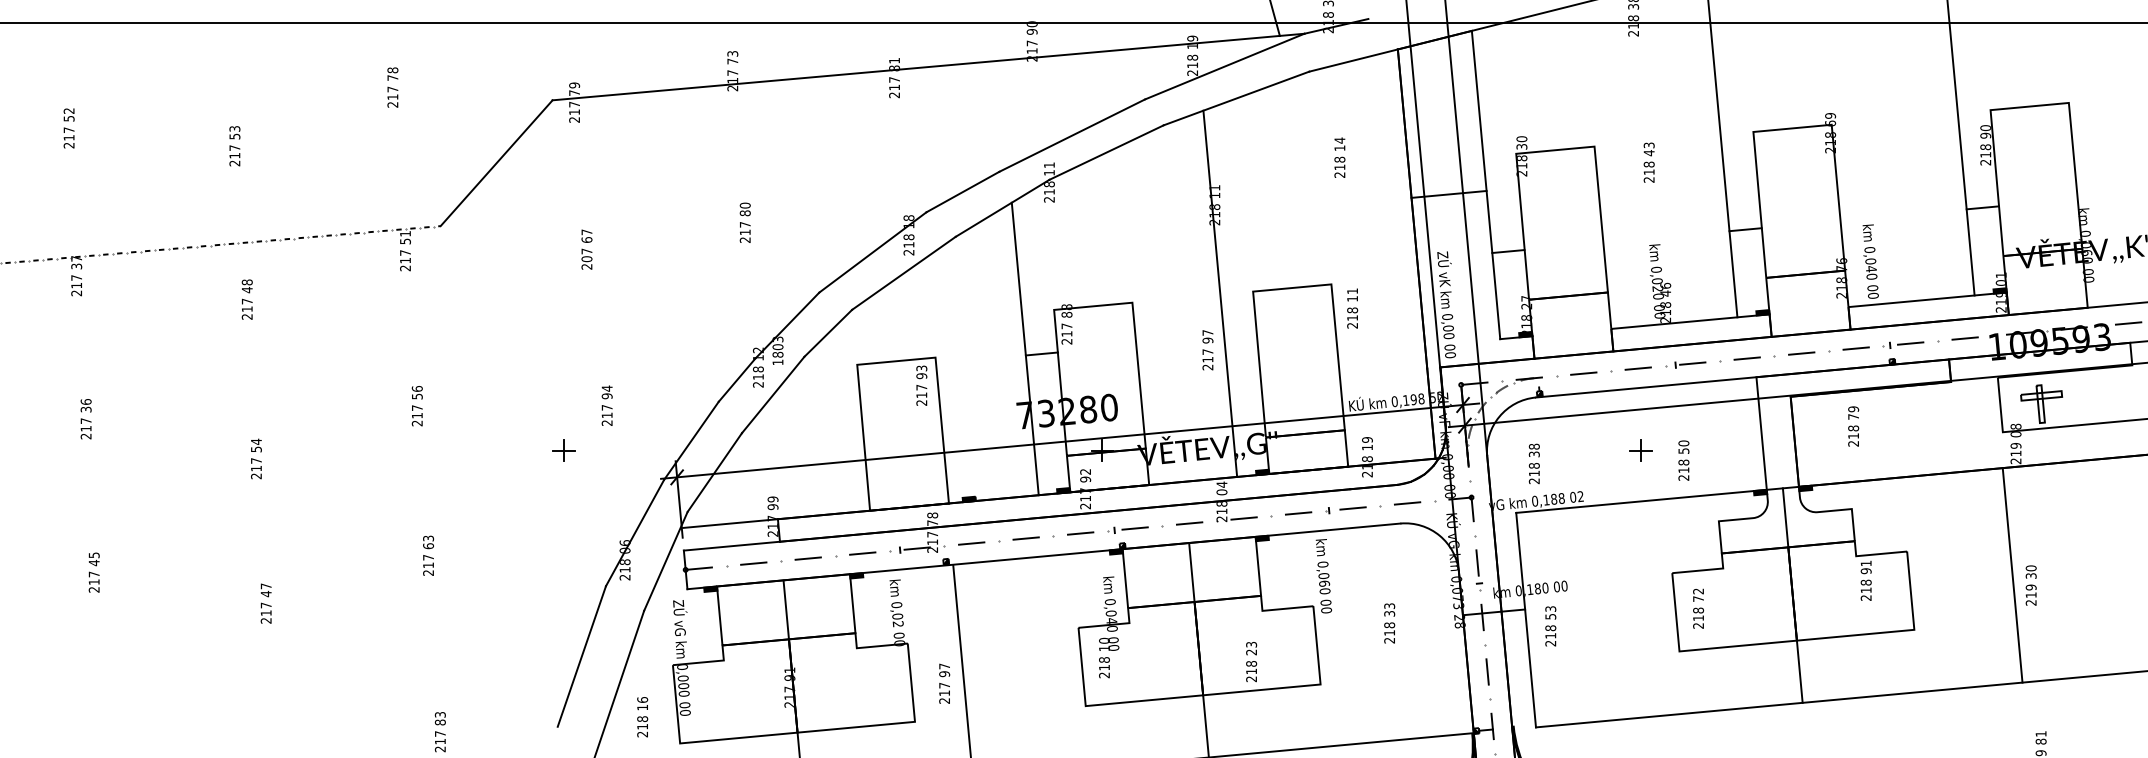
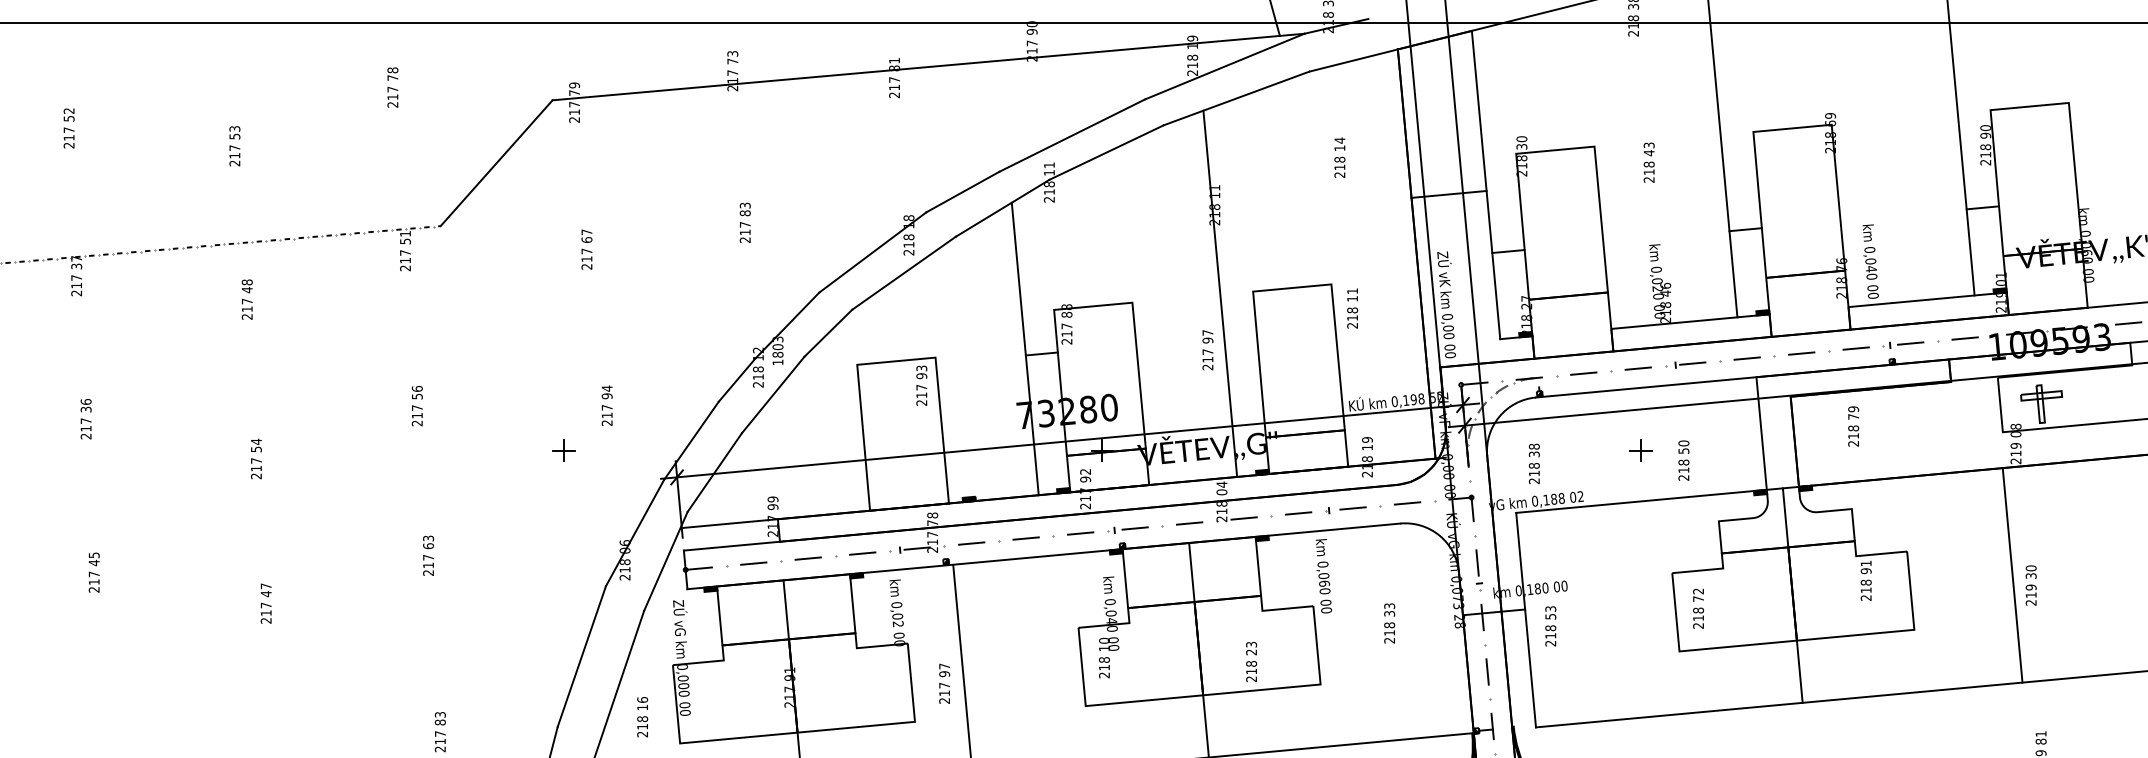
text at (744, 205): 80 -> 83
text at (586, 259): 207 -> 217
line at (553, 740): none -> present
